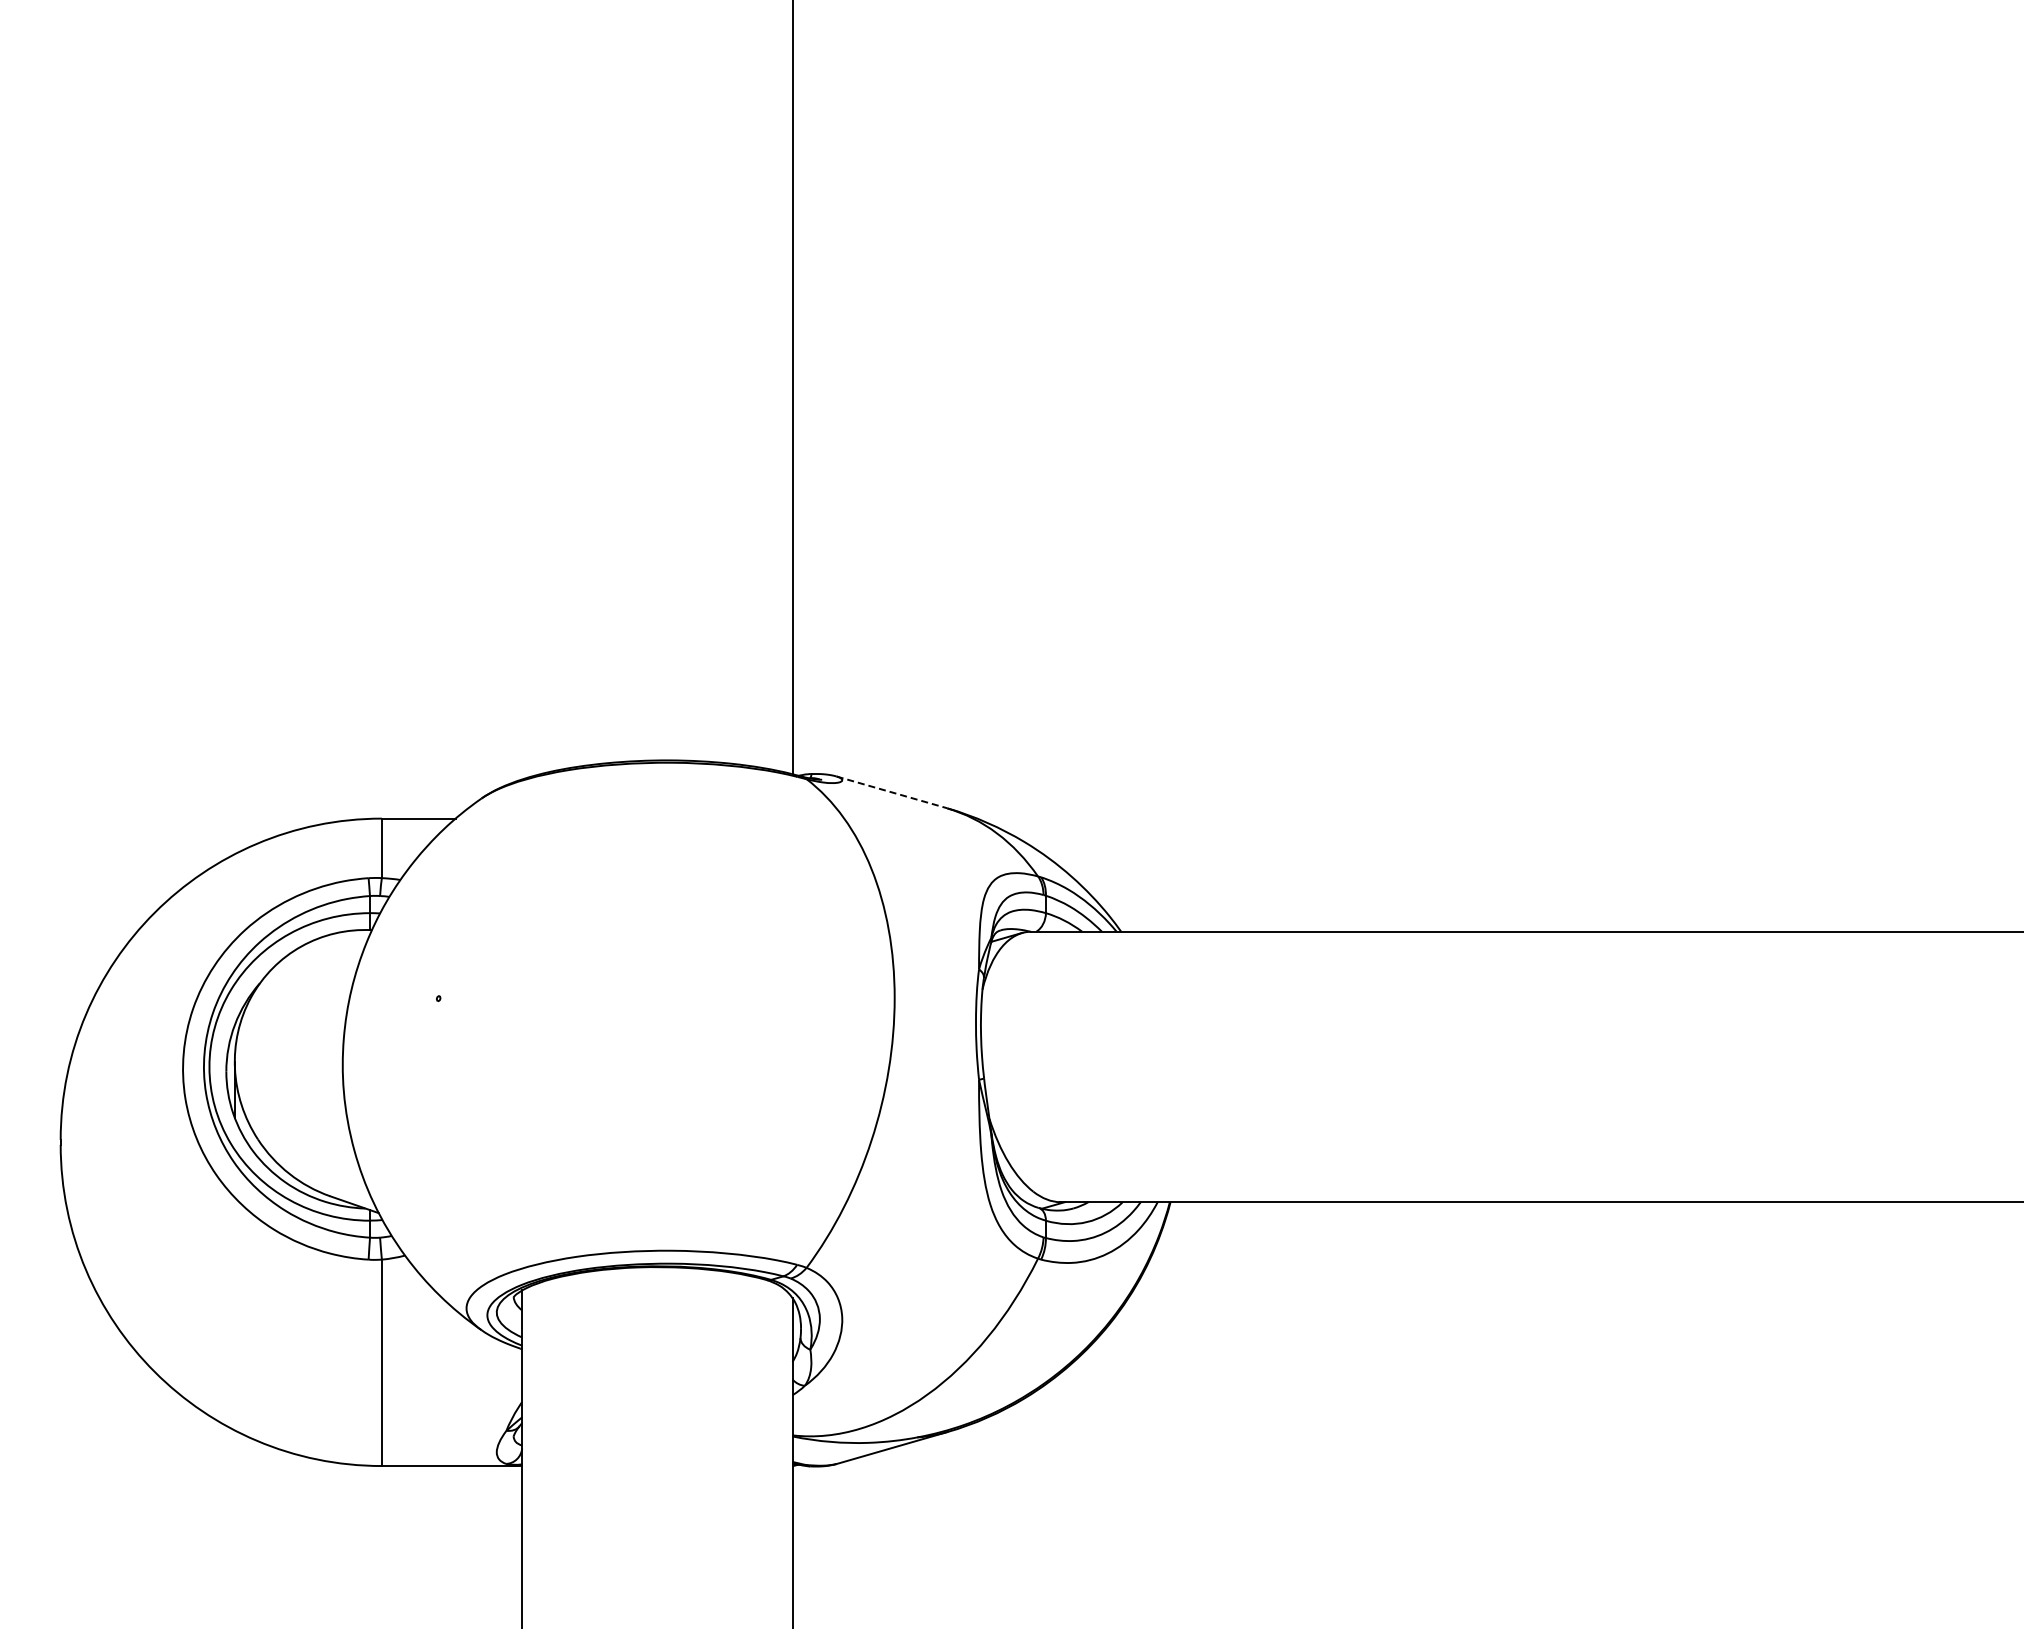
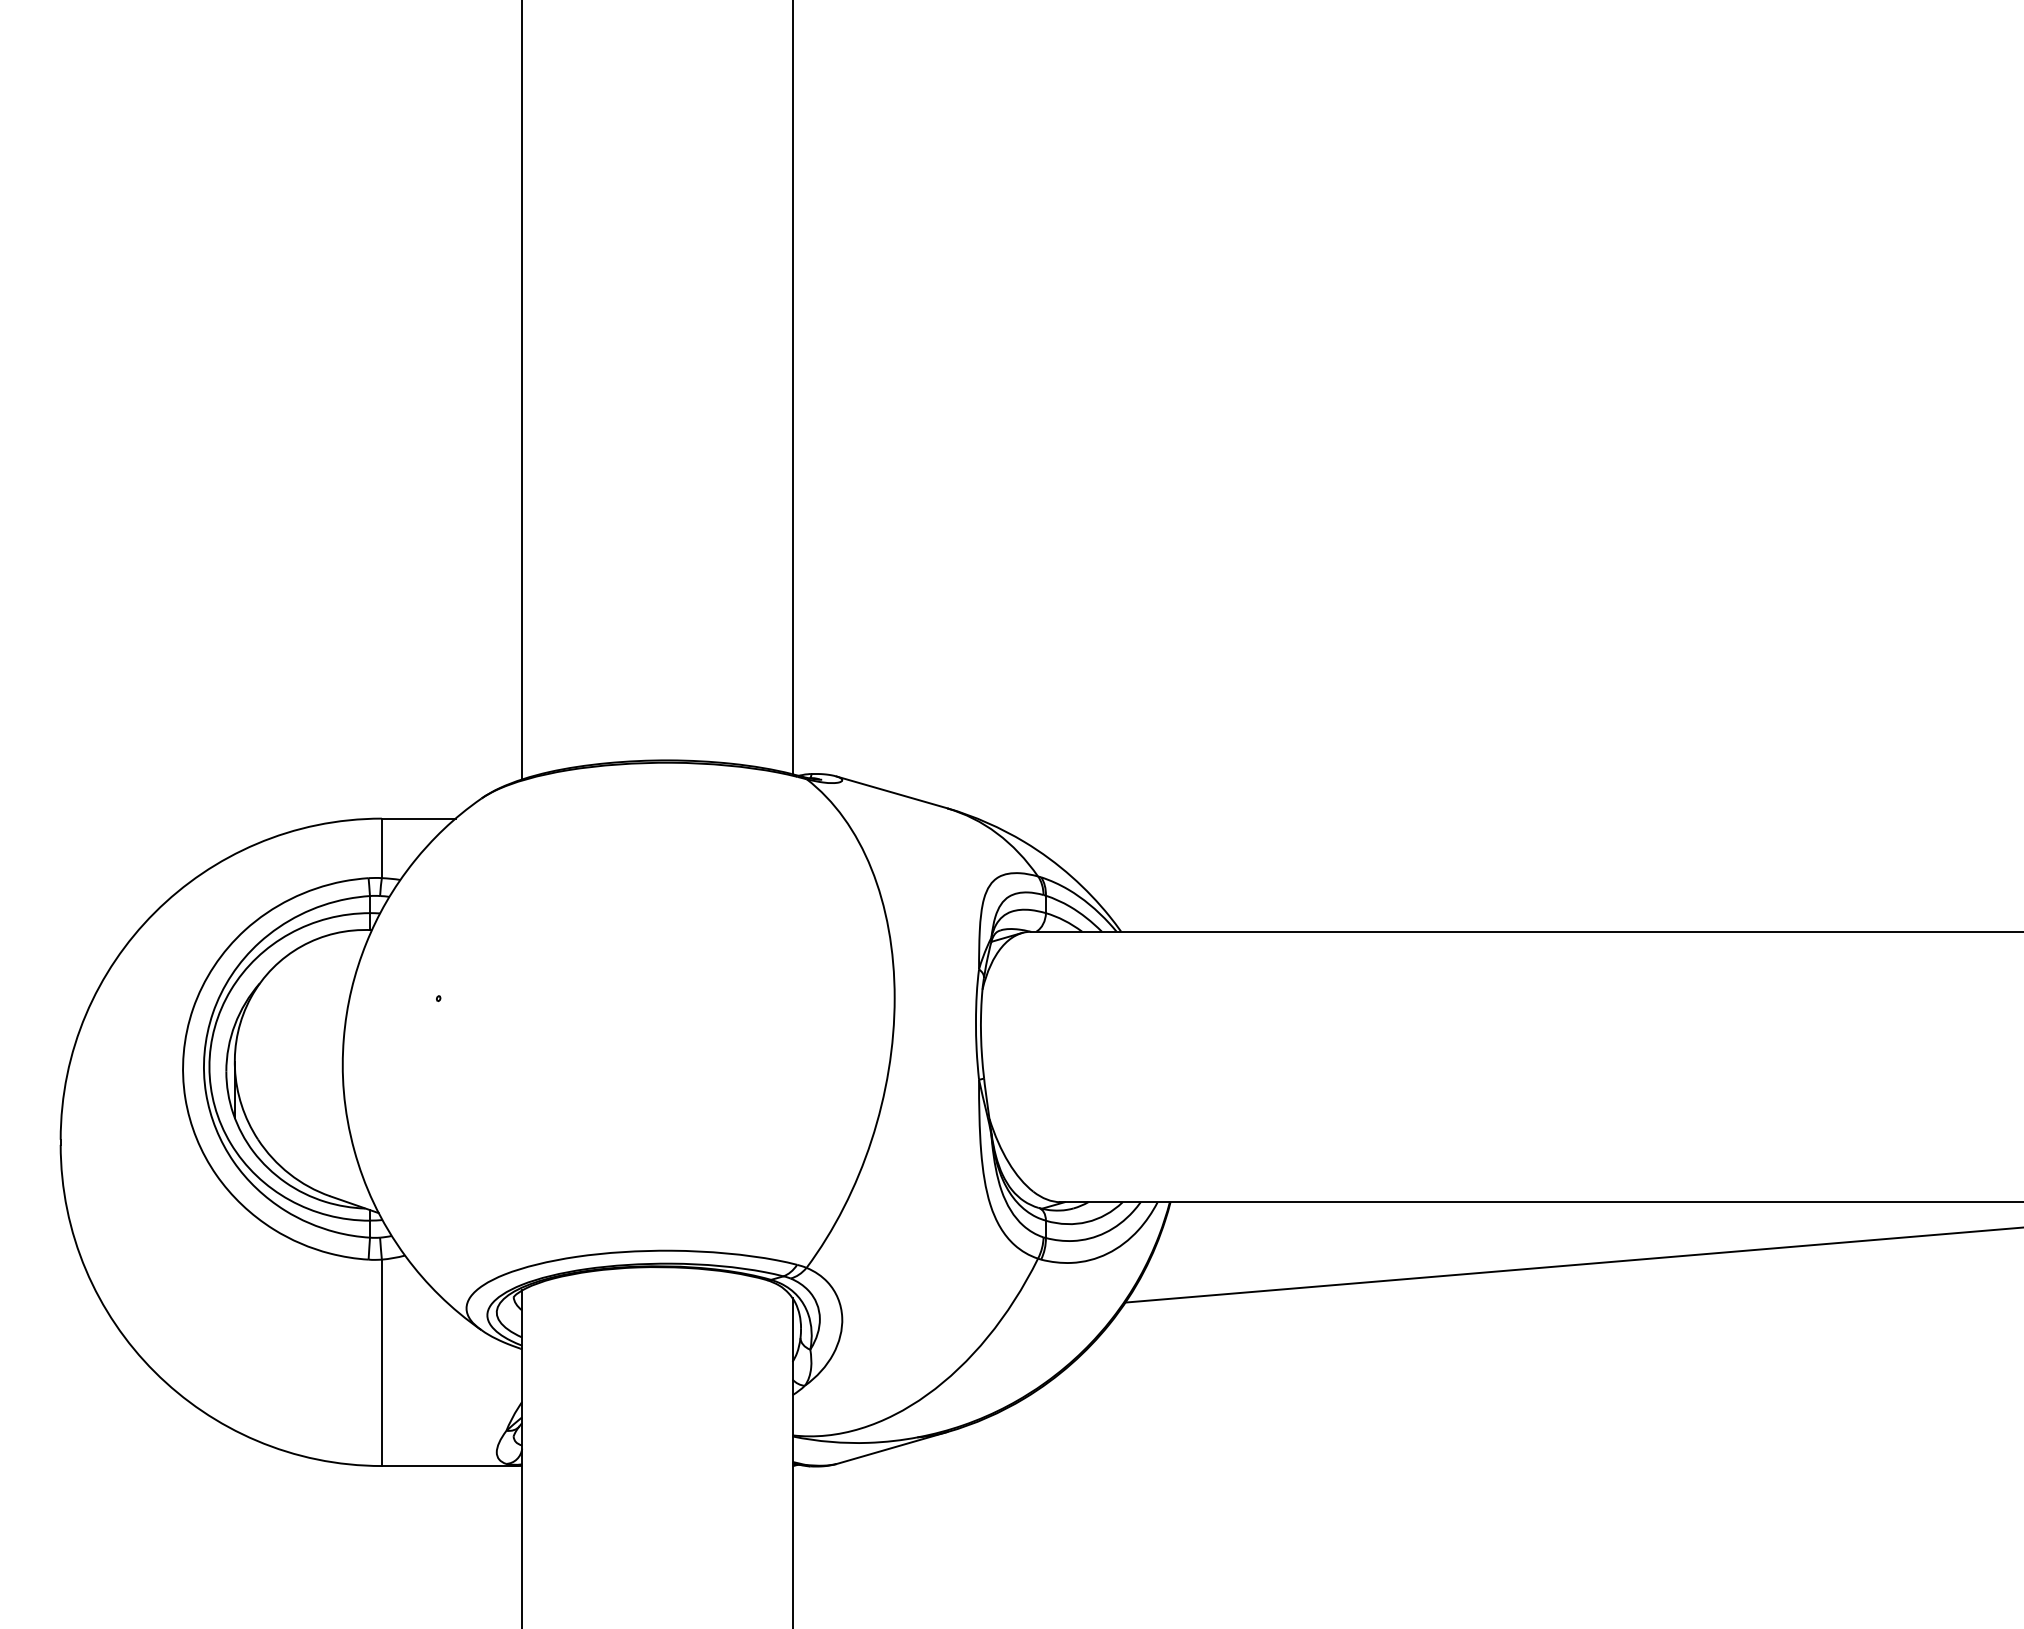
line at (522, 390): none -> present
line at (892, 792): dashed -> solid
line at (1572, 1264): none -> present
